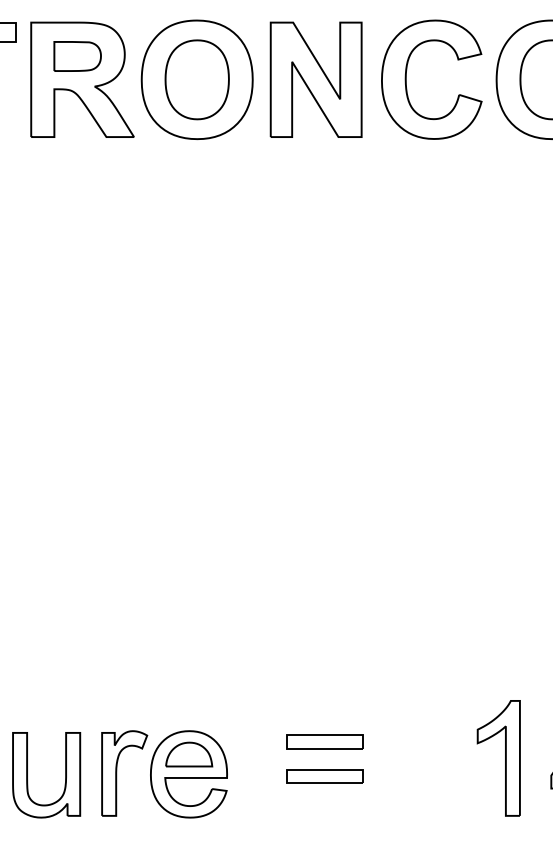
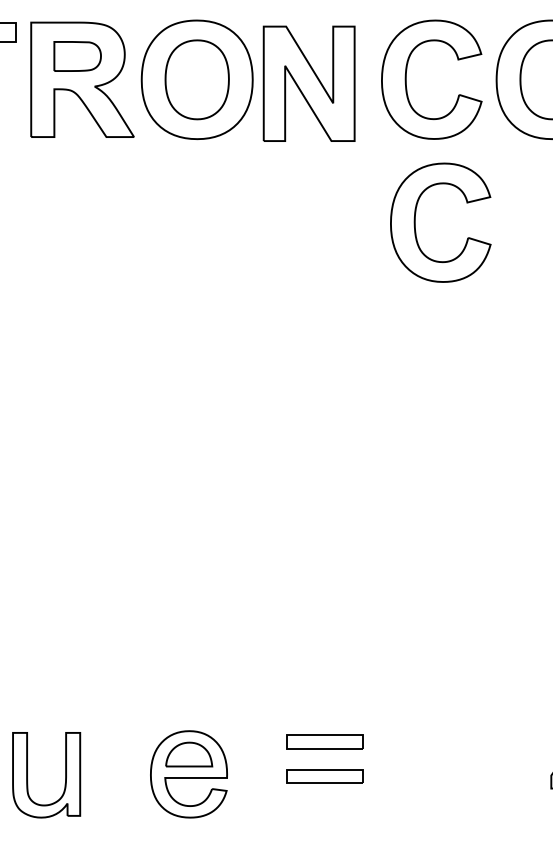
part at (315, 79) position: (315, 79) -> (308, 83)
part at (415, 222): none -> present
part at (505, 758): present -> none
part at (117, 773): present -> none
